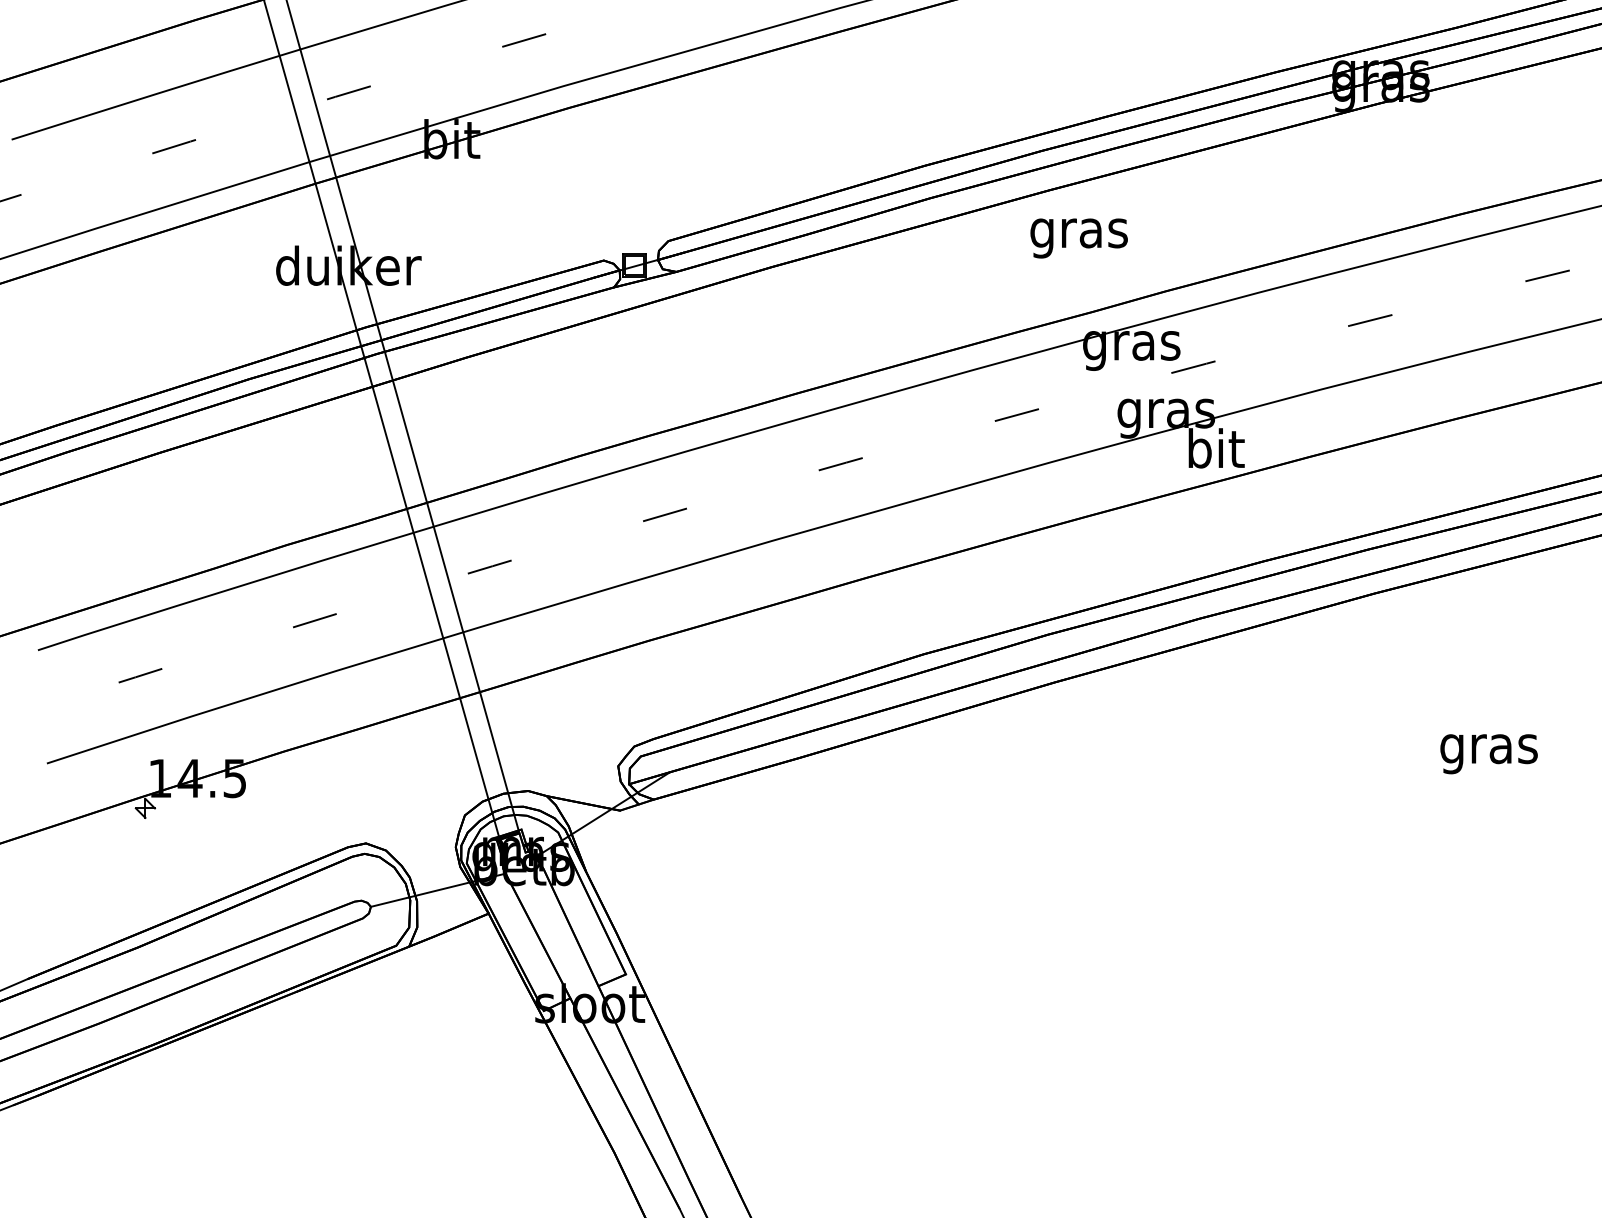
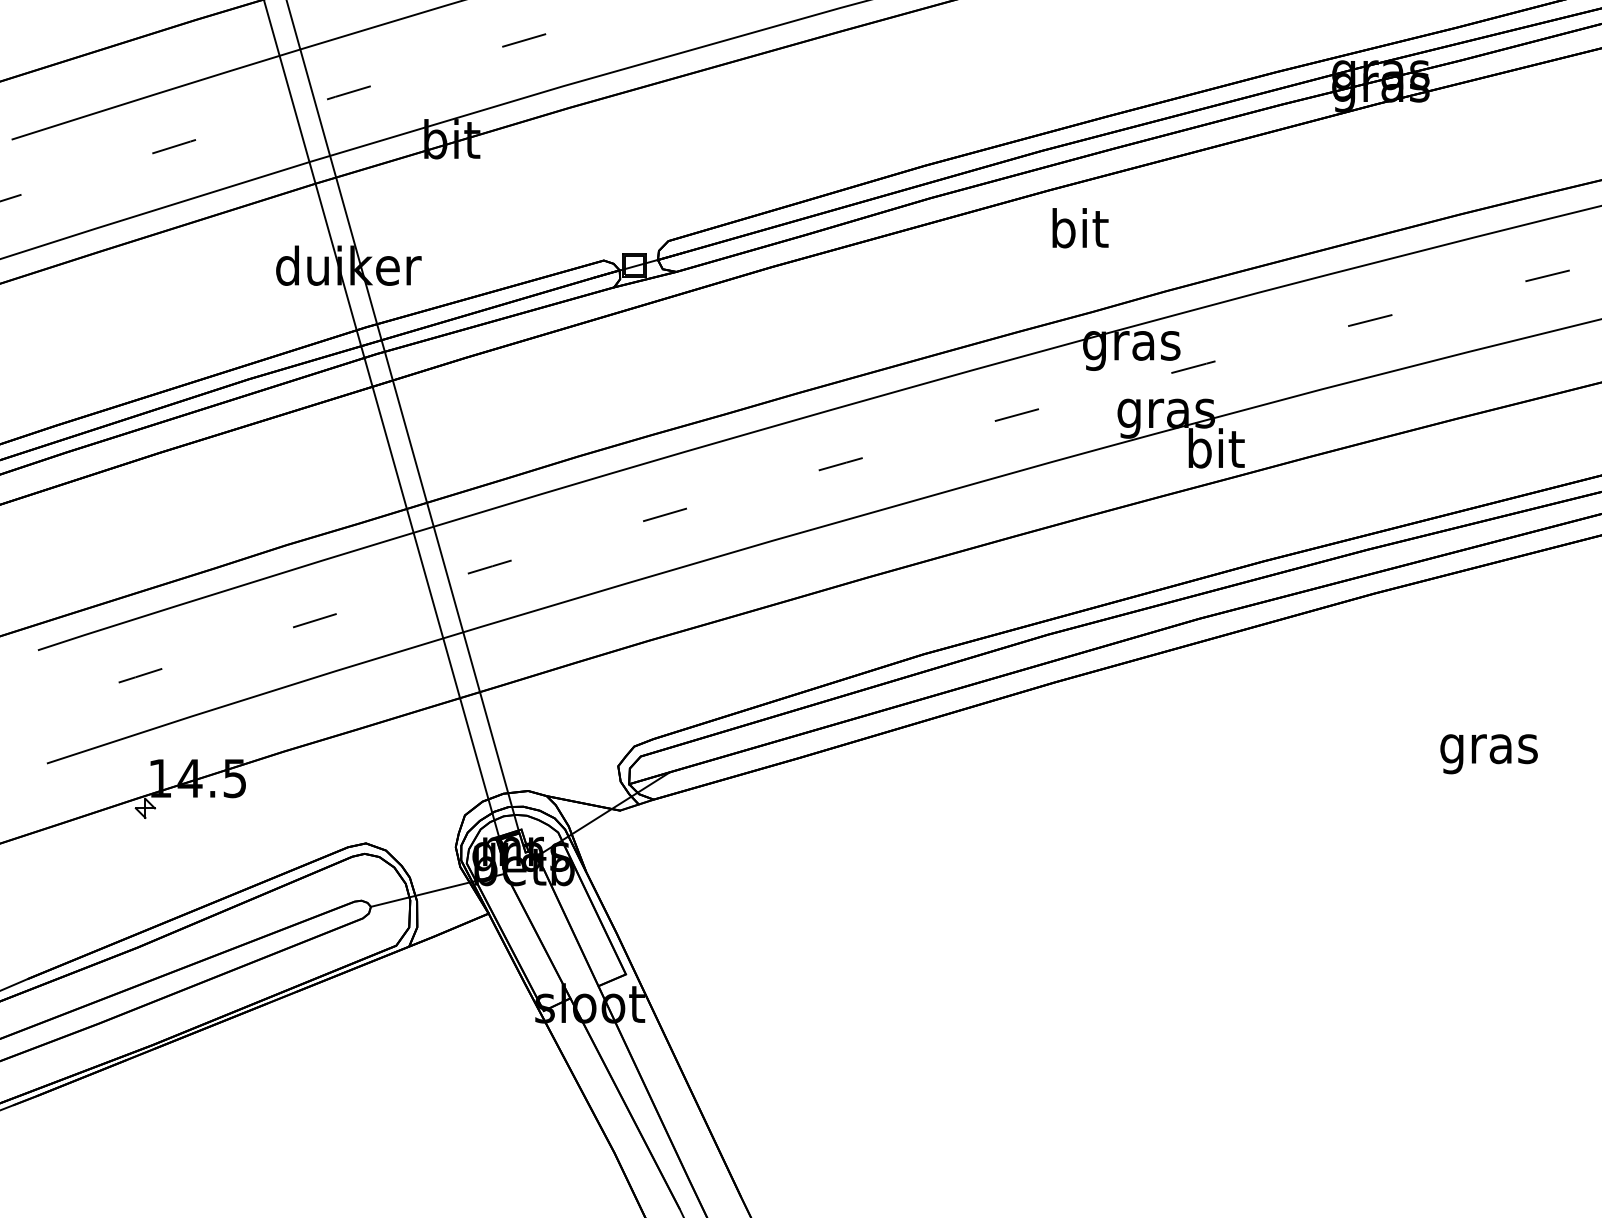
text at (1078, 233): gras -> bit
